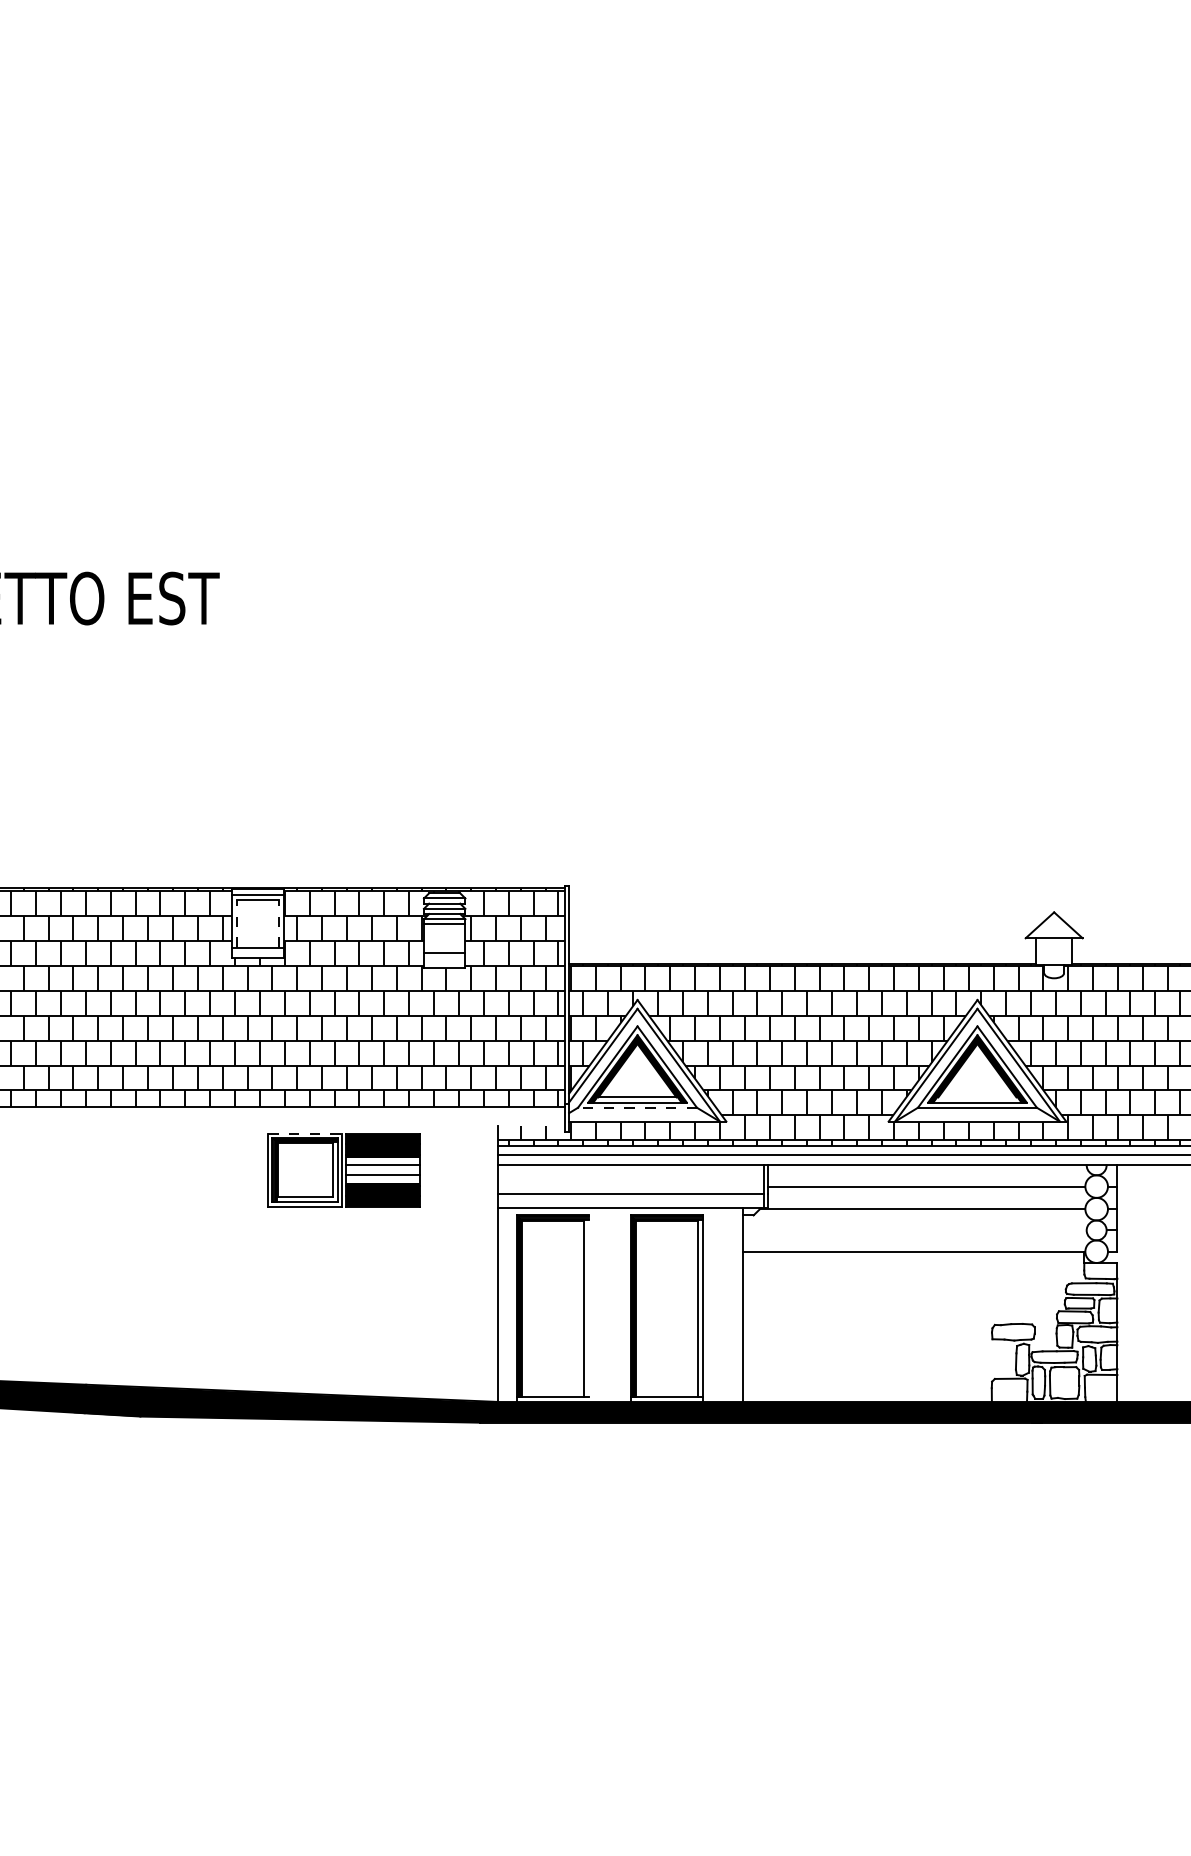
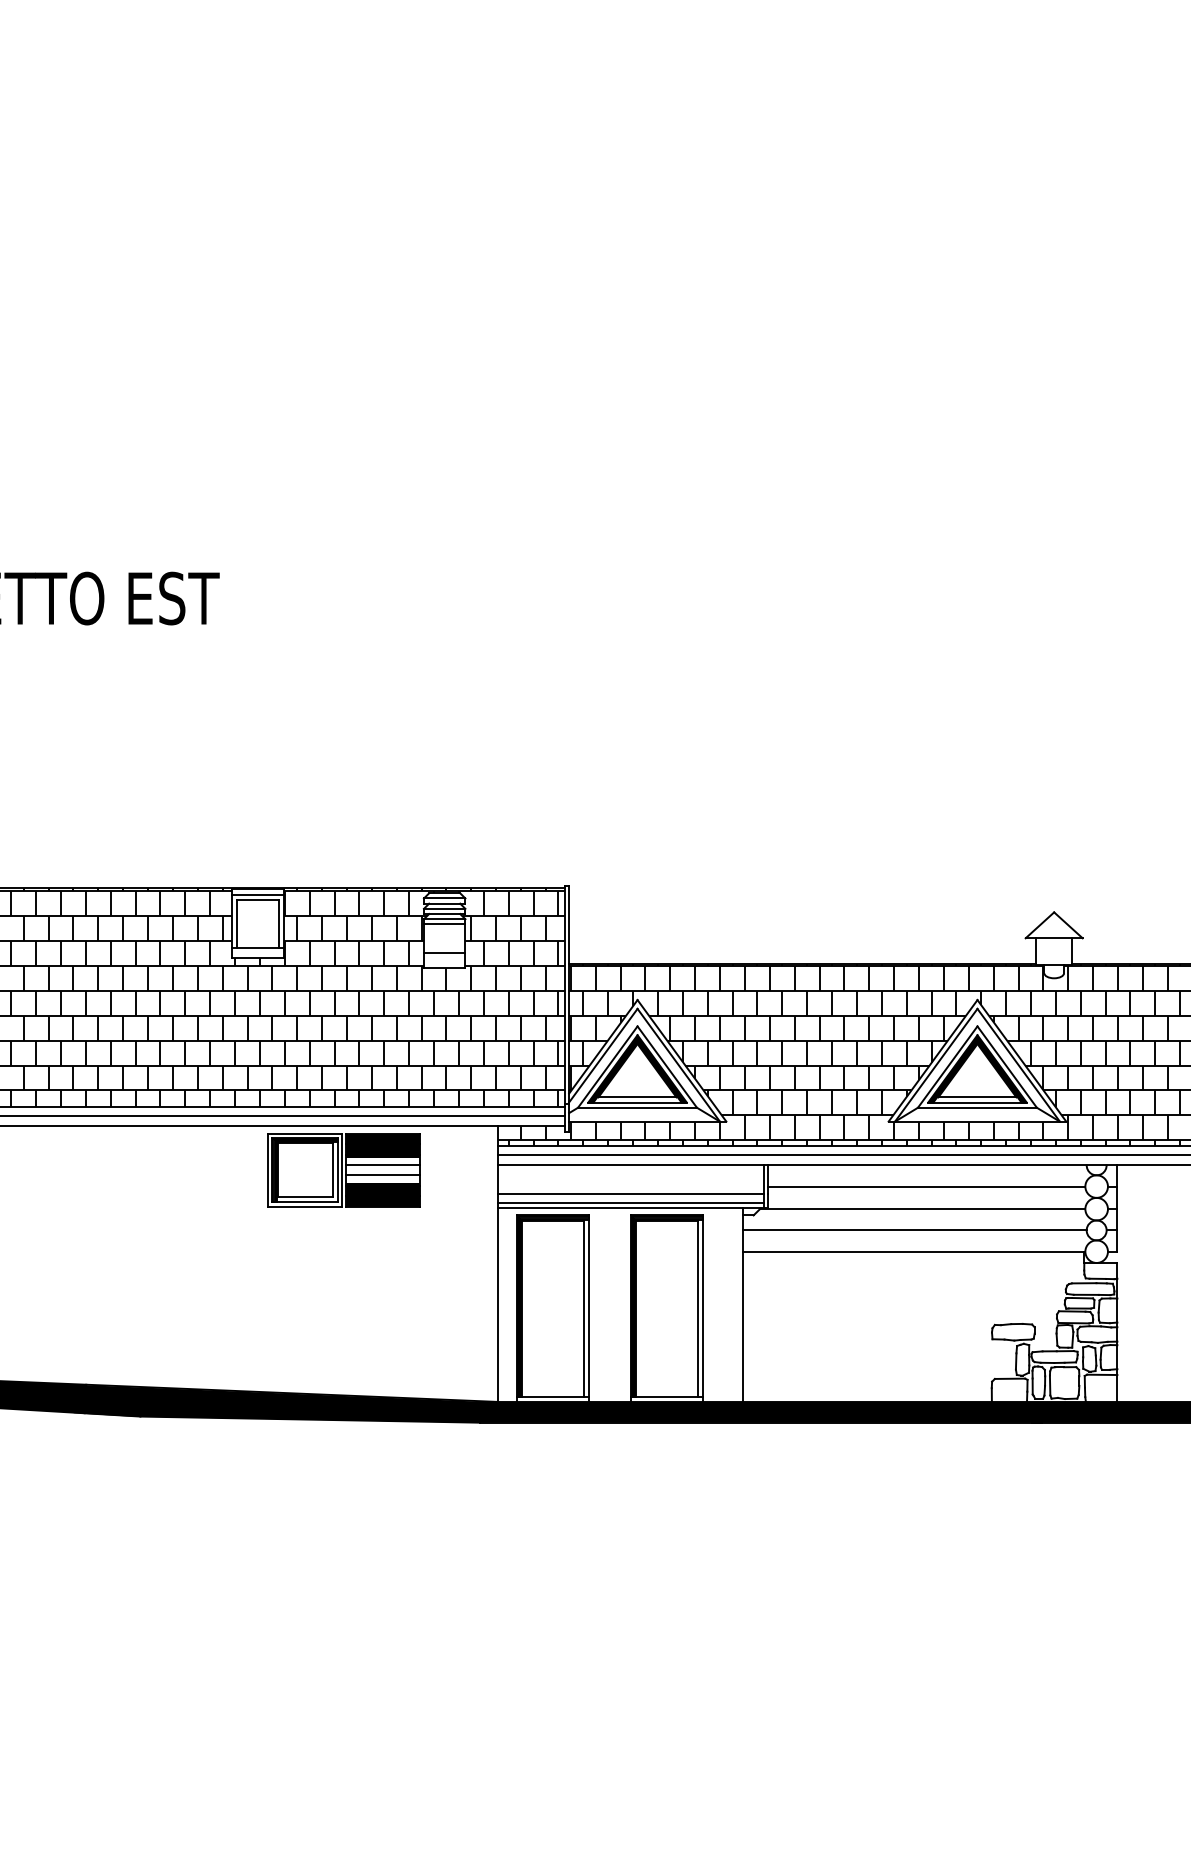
line at (237, 923): dashed -> solid
line at (278, 923): dashed -> solid
line at (977, 1097): none -> present
line at (637, 1107): dashed -> solid
line at (283, 1116): none -> present
line at (283, 1125): none -> present
line at (305, 1133): dashed -> solid
line at (631, 1202): none -> present
line at (914, 1230): none -> present
line at (589, 1308): none -> present
